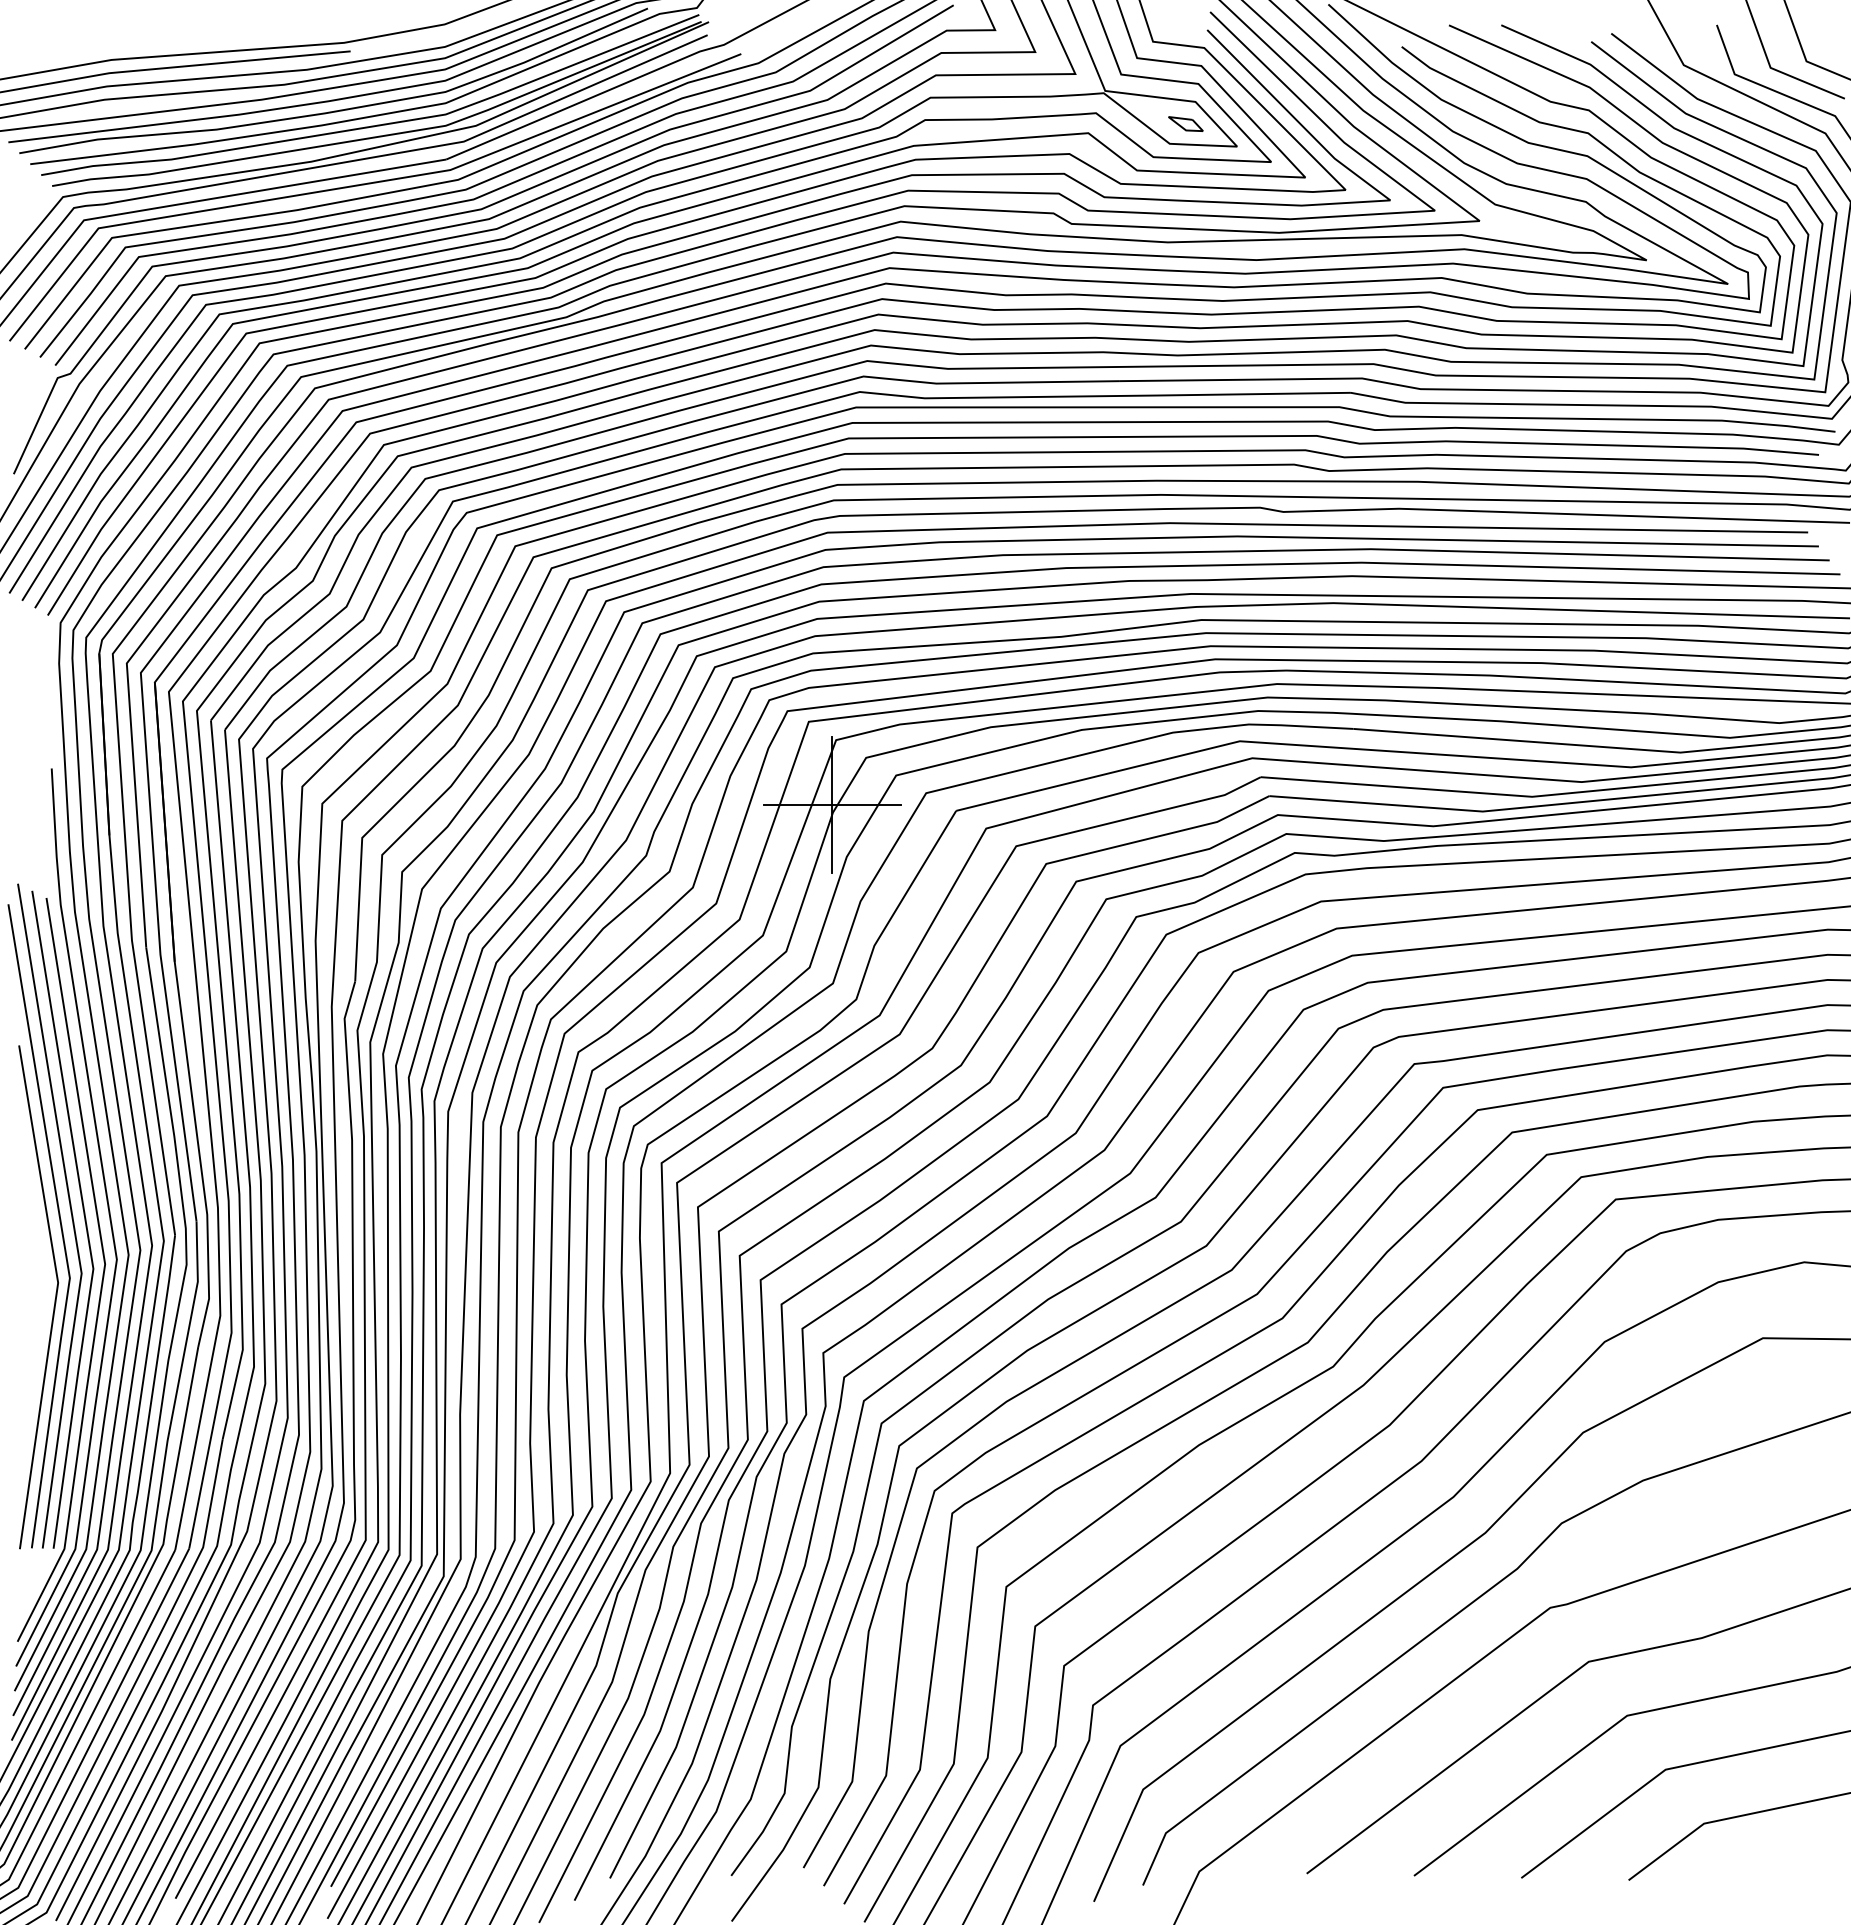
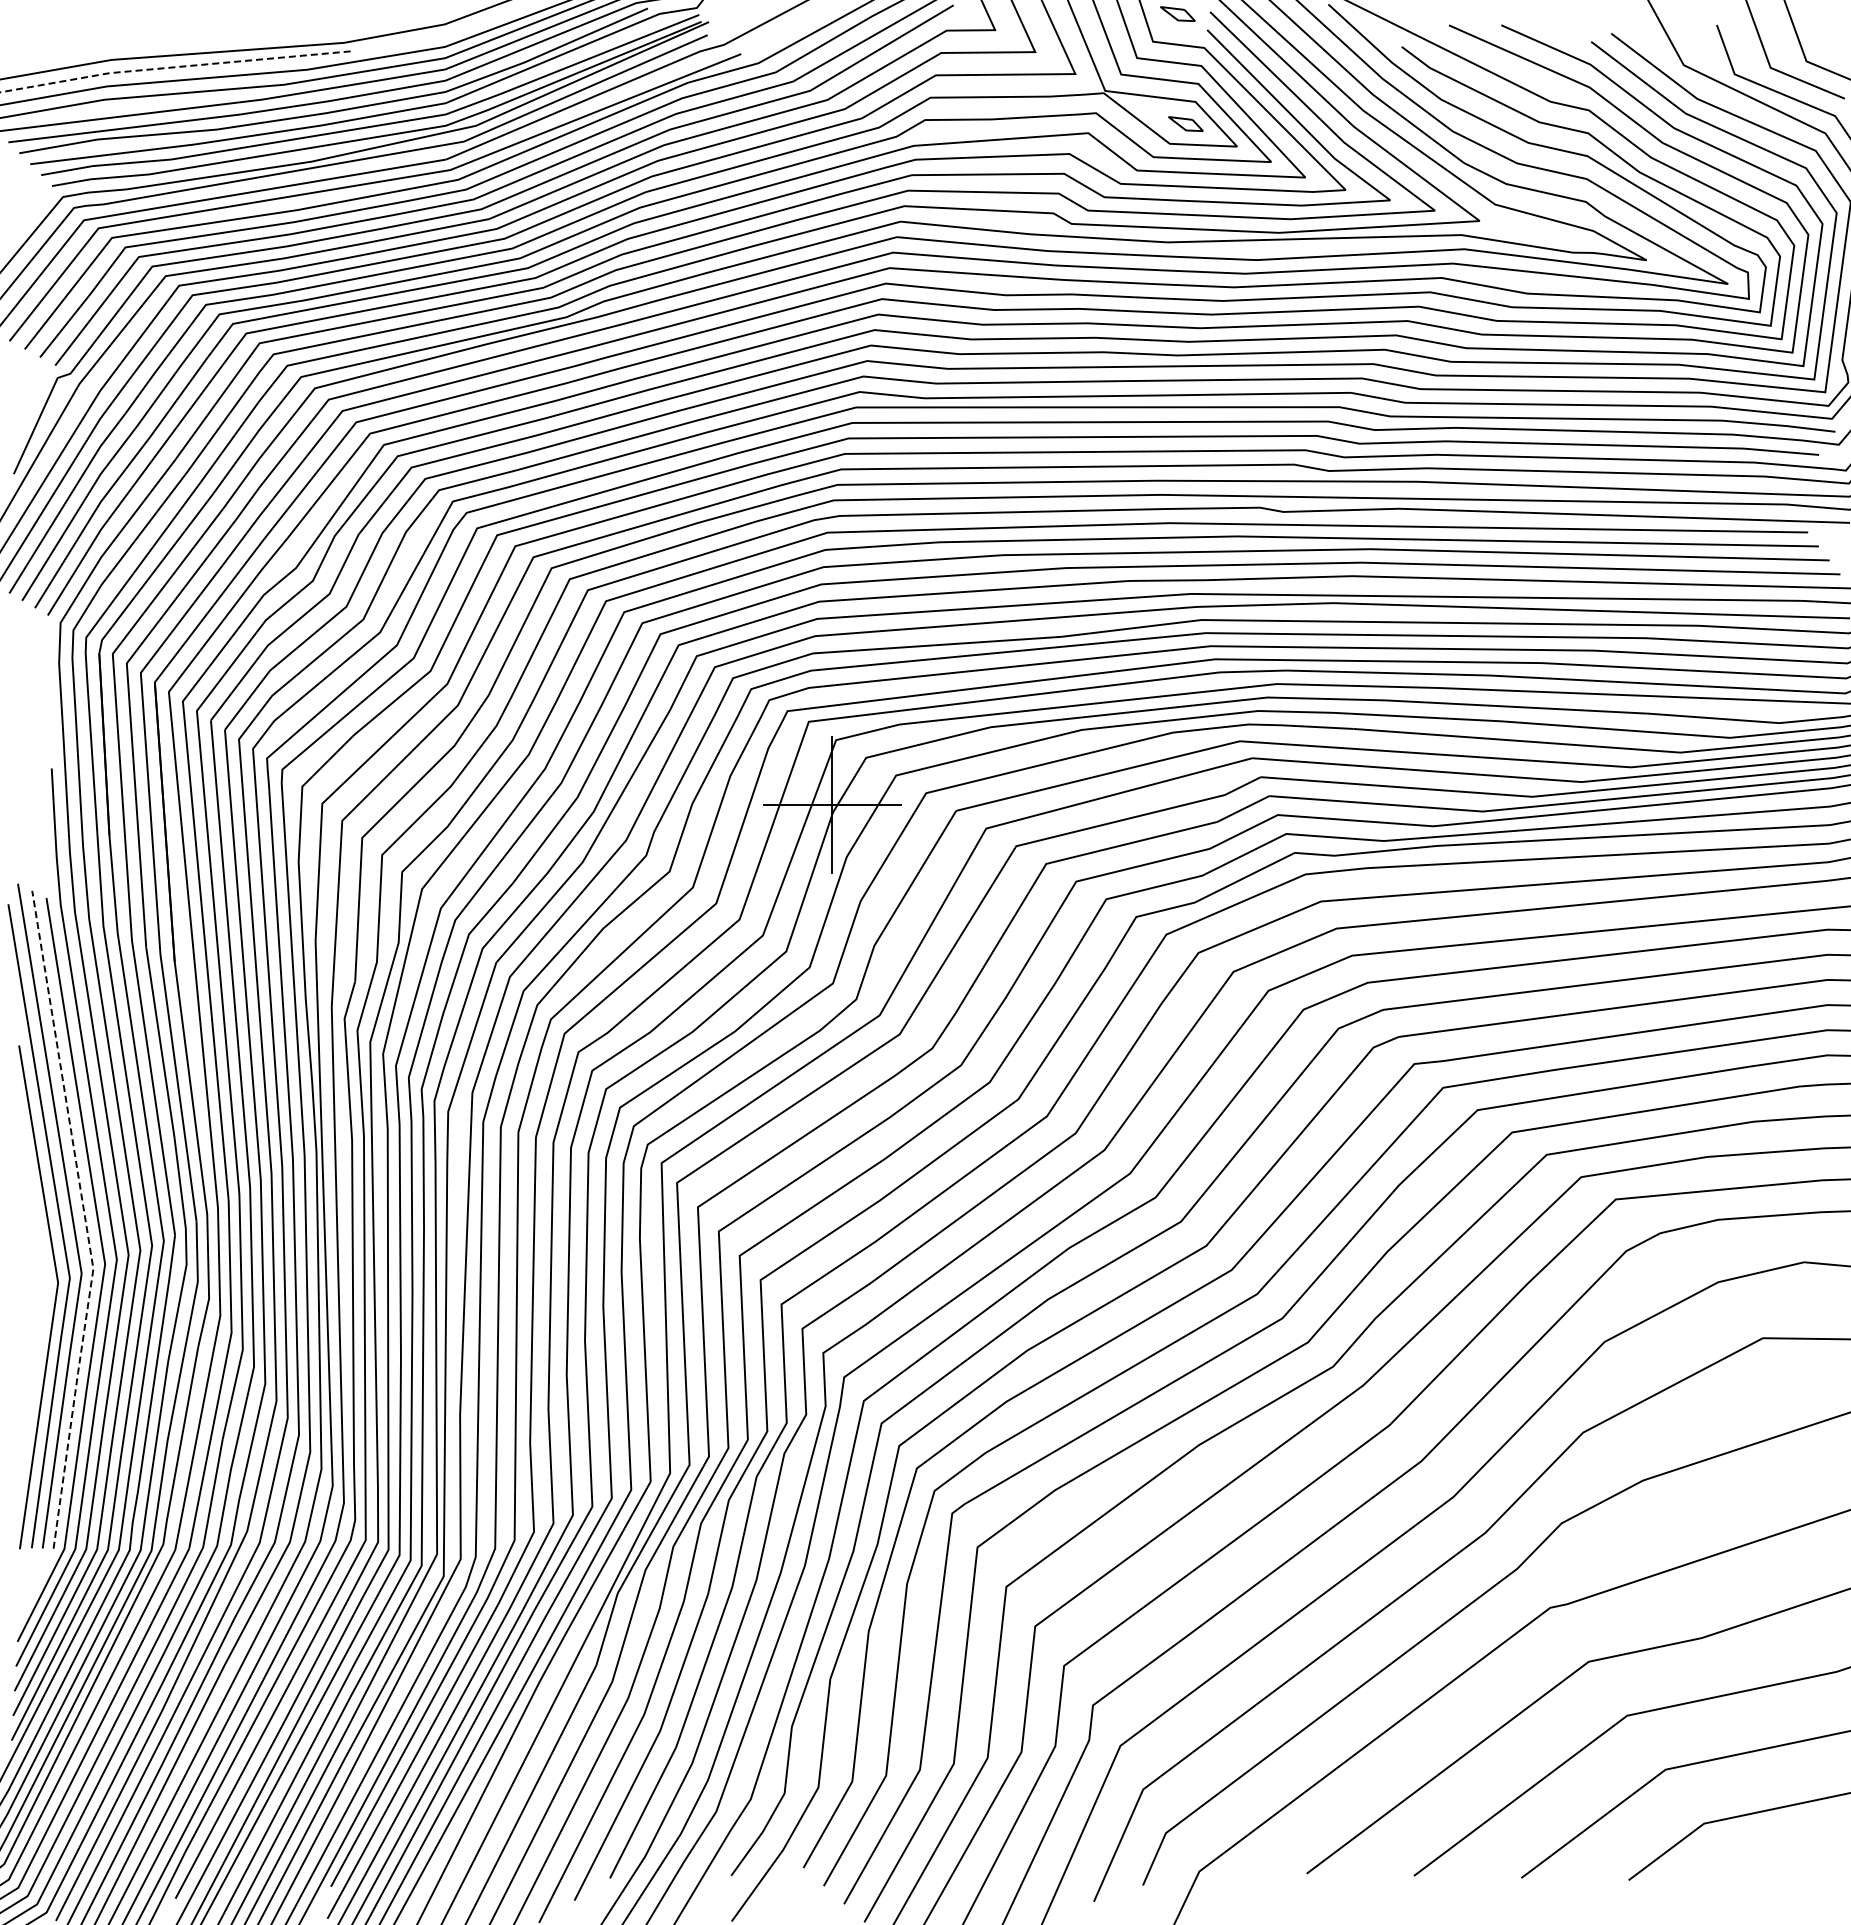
part at (1177, 13): none -> present
line at (173, 67): solid -> dashed
line at (85, 1220): solid -> dashed
